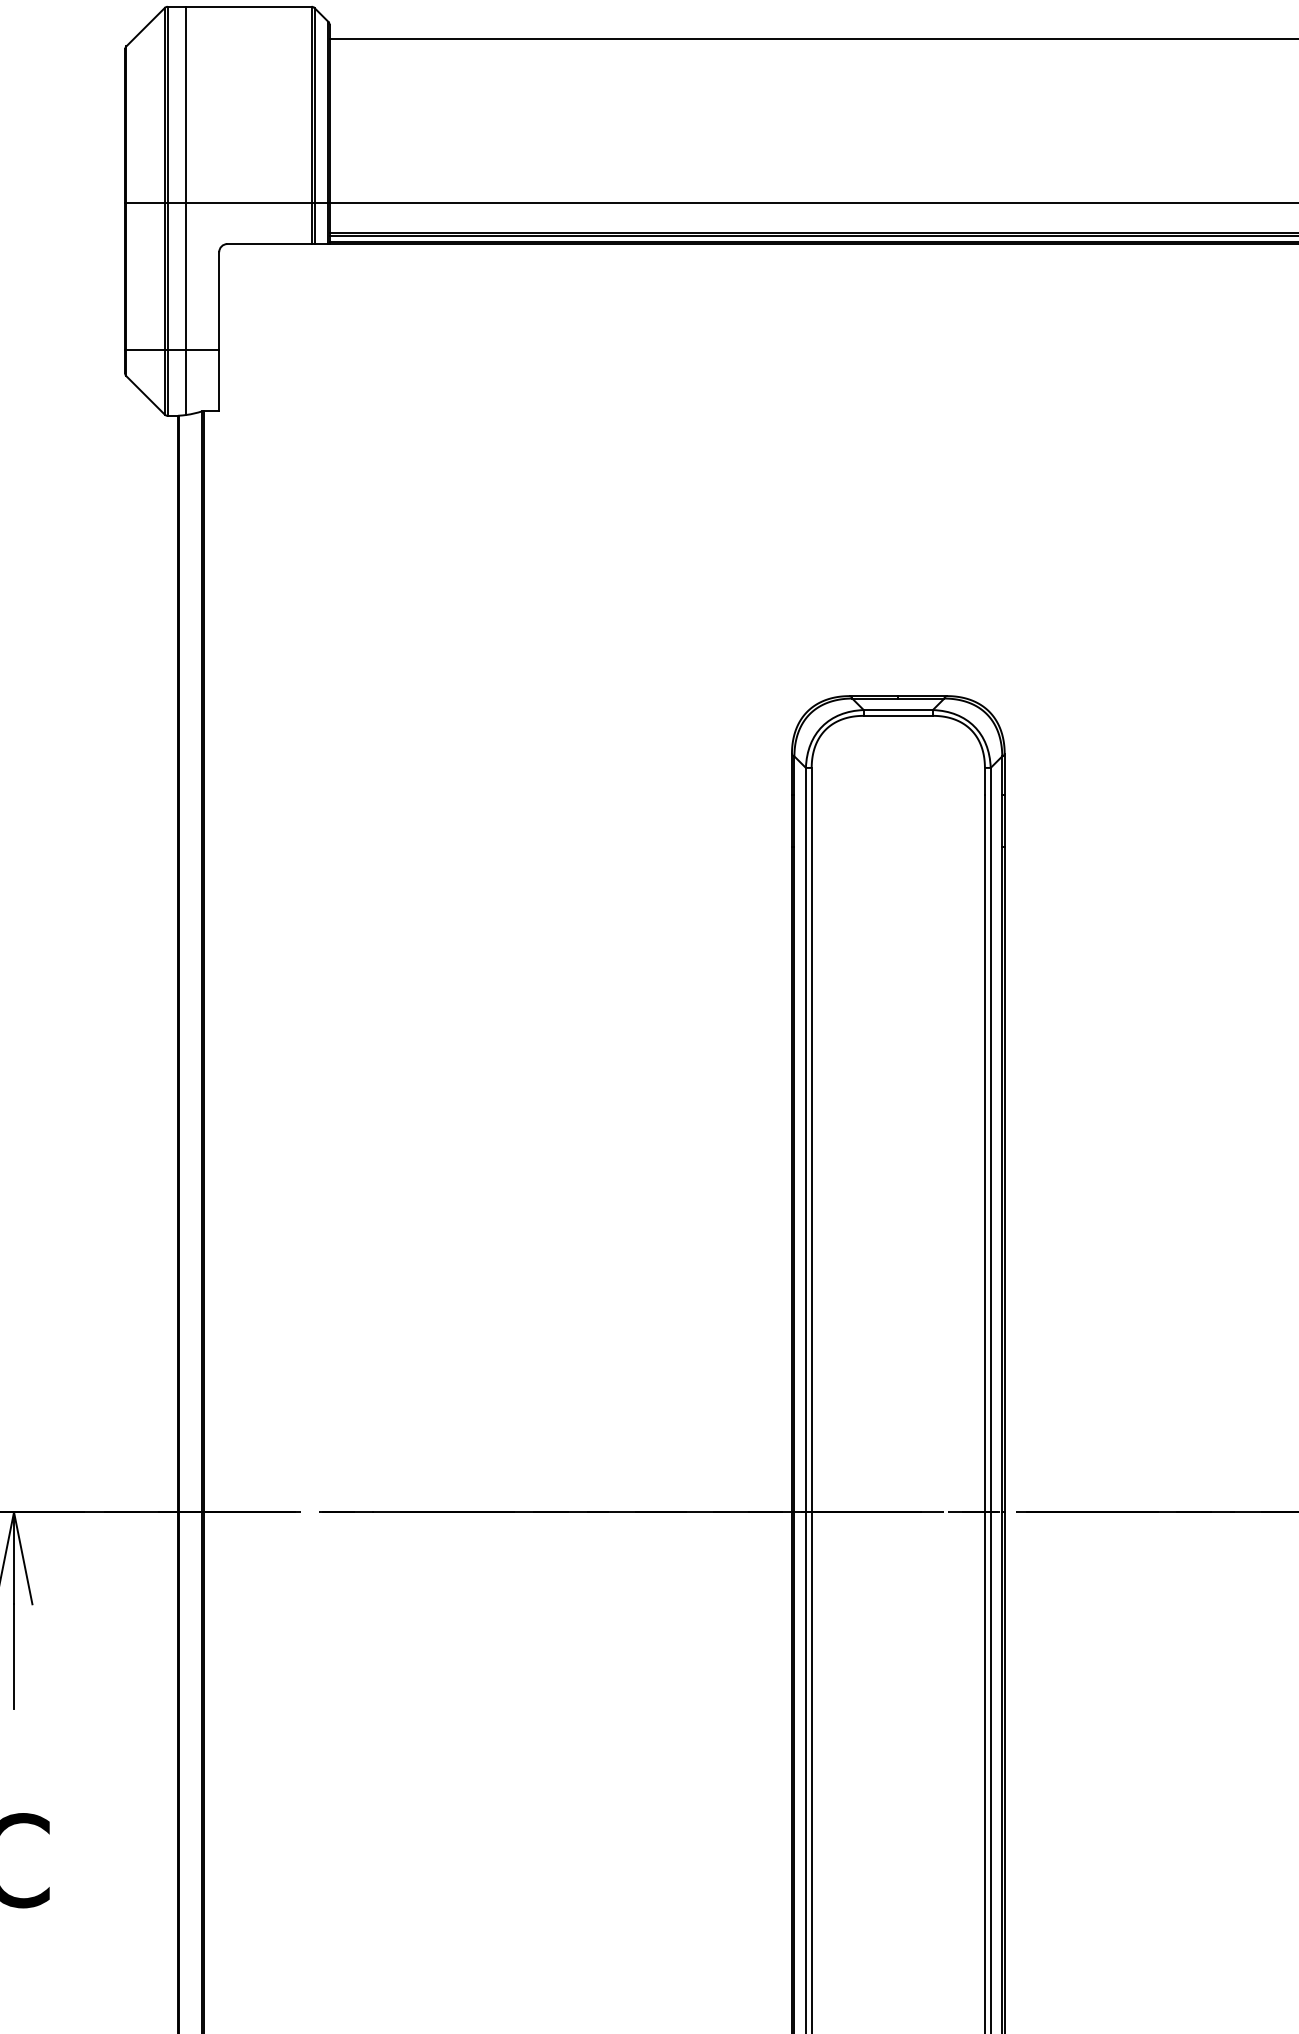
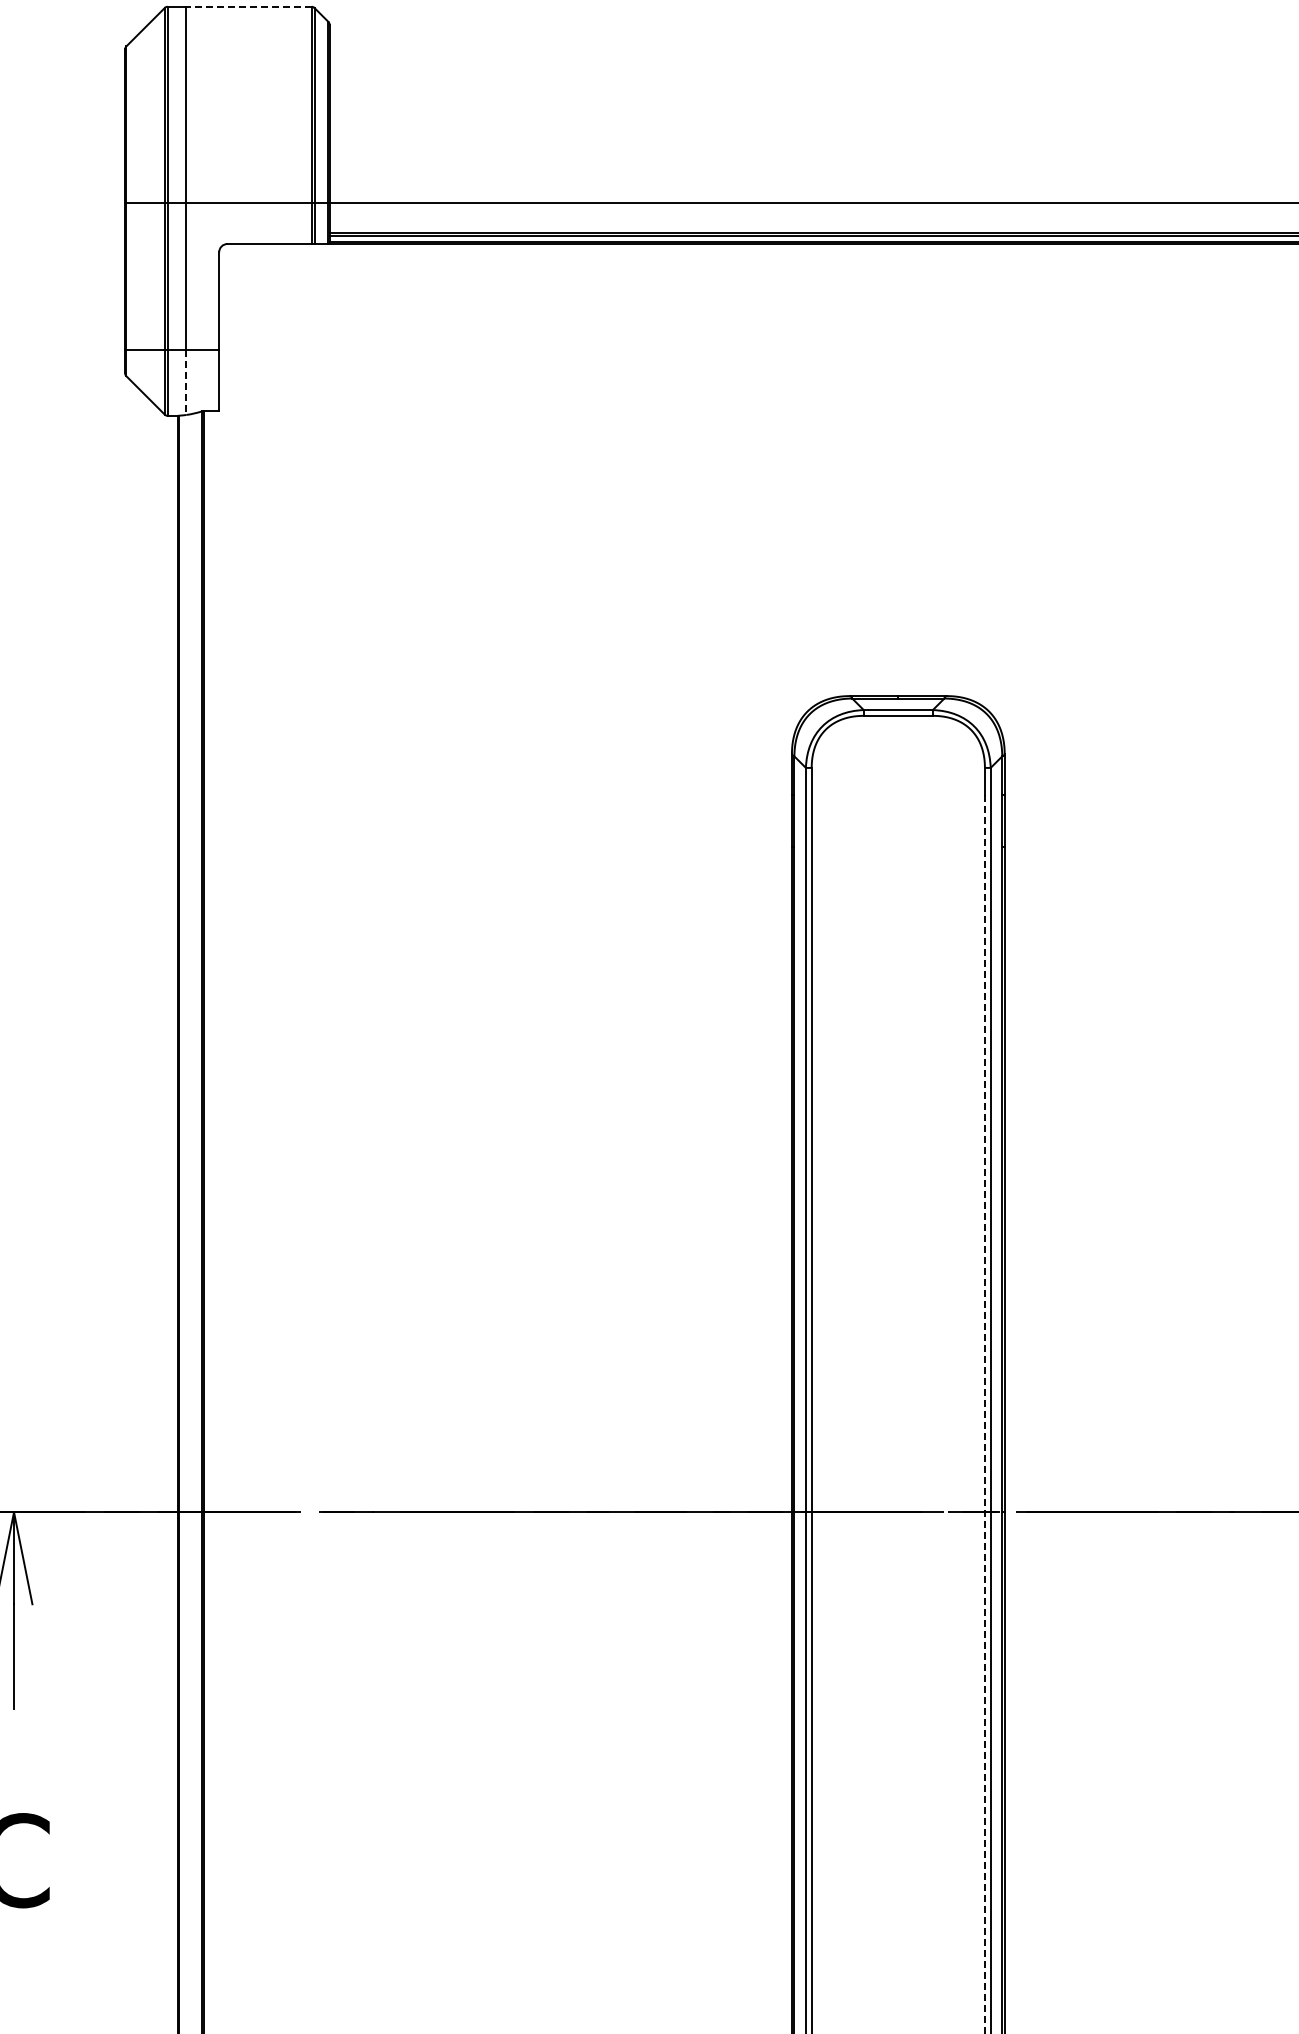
line at (249, 6): solid -> dashed
line at (812, 39): present -> none
line at (186, 383): solid -> dashed
line at (984, 1414): solid -> dashed
